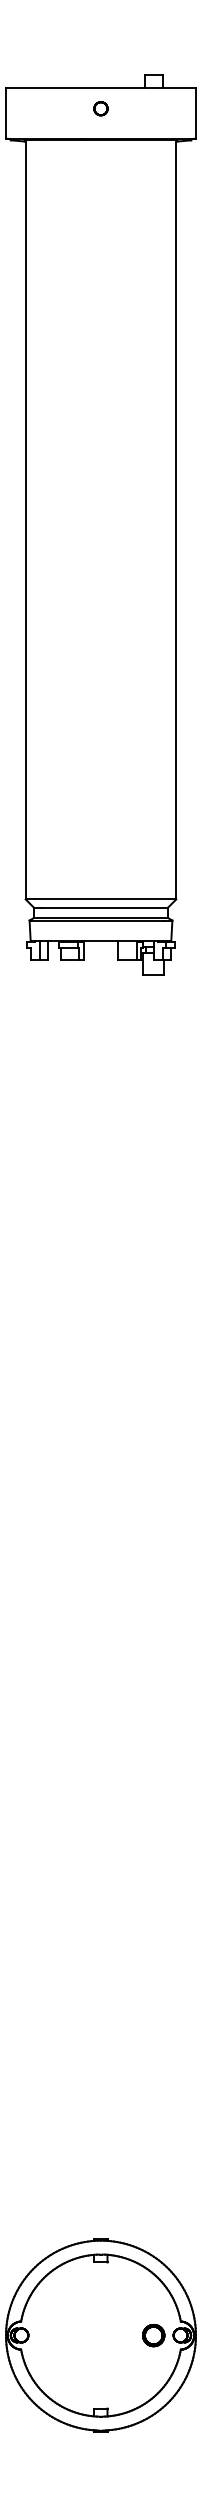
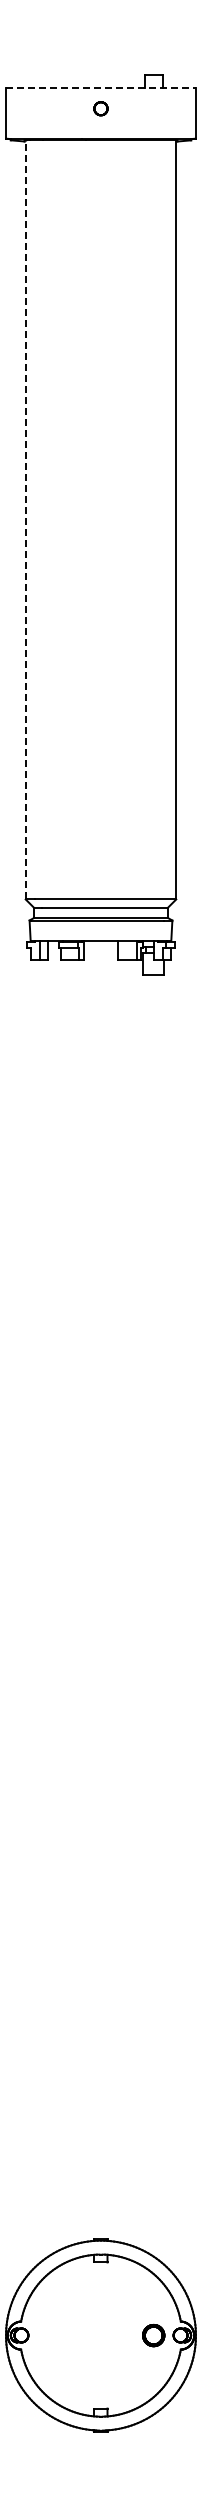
line at (100, 87): solid -> dashed
line at (25, 519): solid -> dashed
